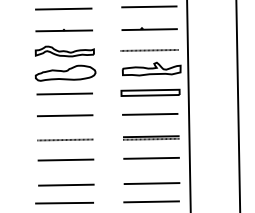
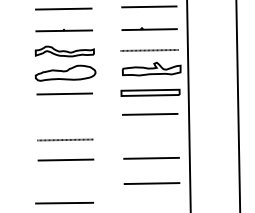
line at (65, 115): present -> none
part at (151, 137): present -> none
line at (66, 184): present -> none
line at (151, 201): present -> none
